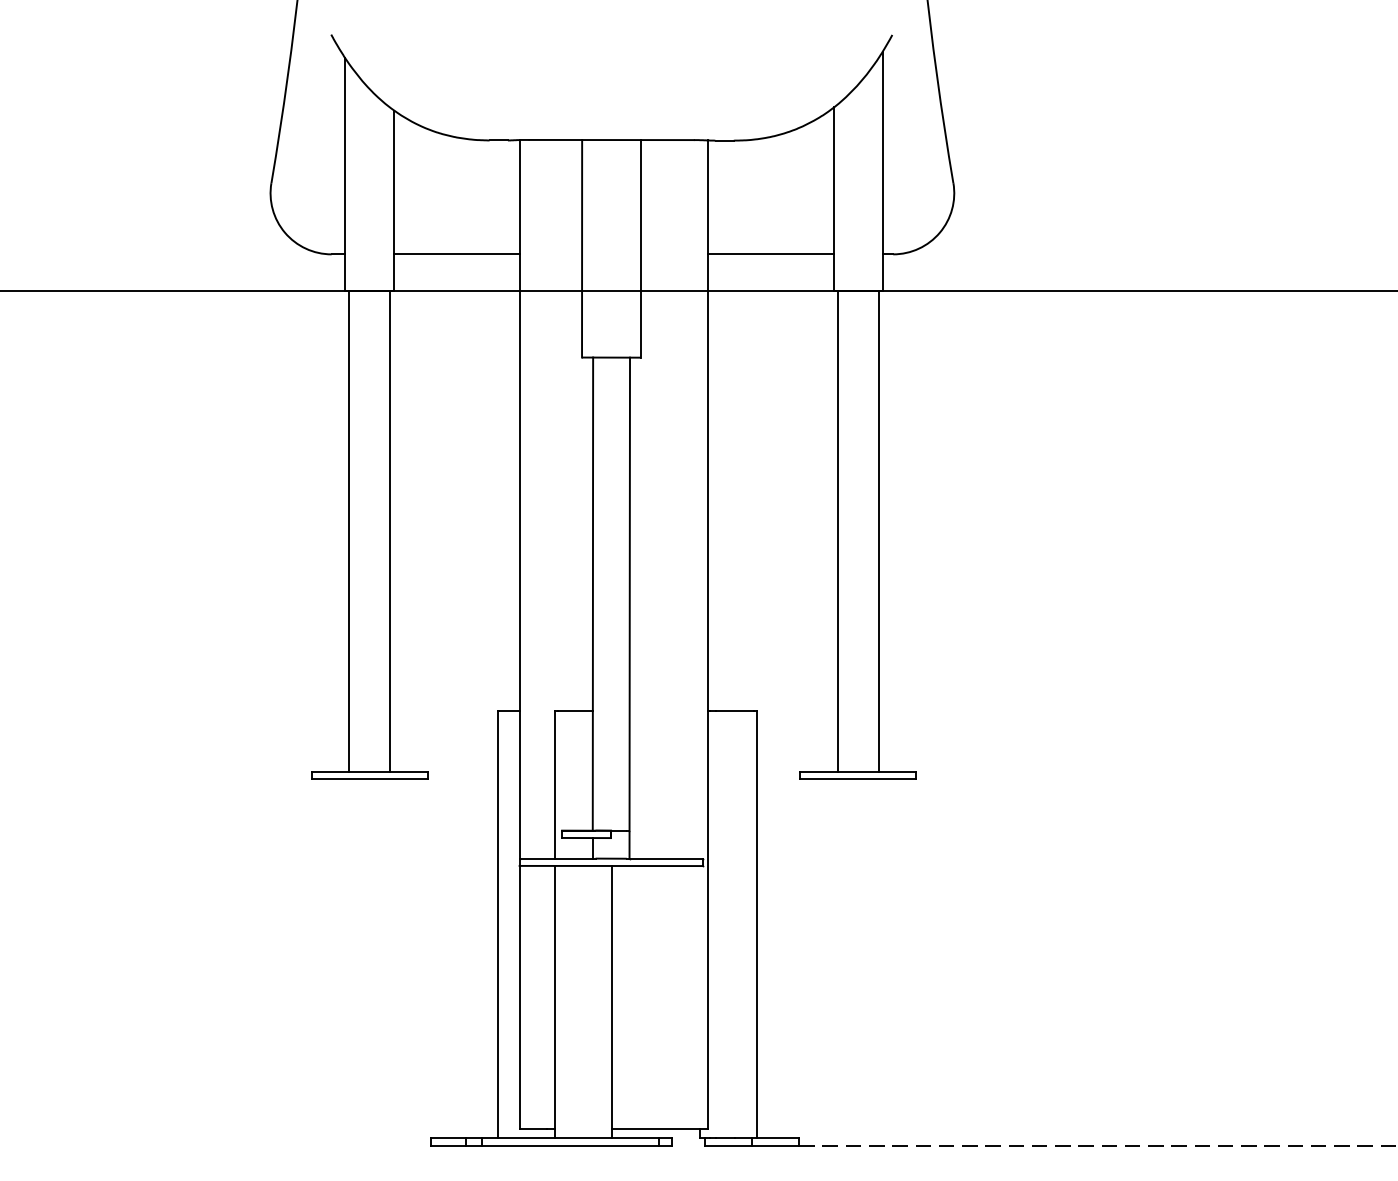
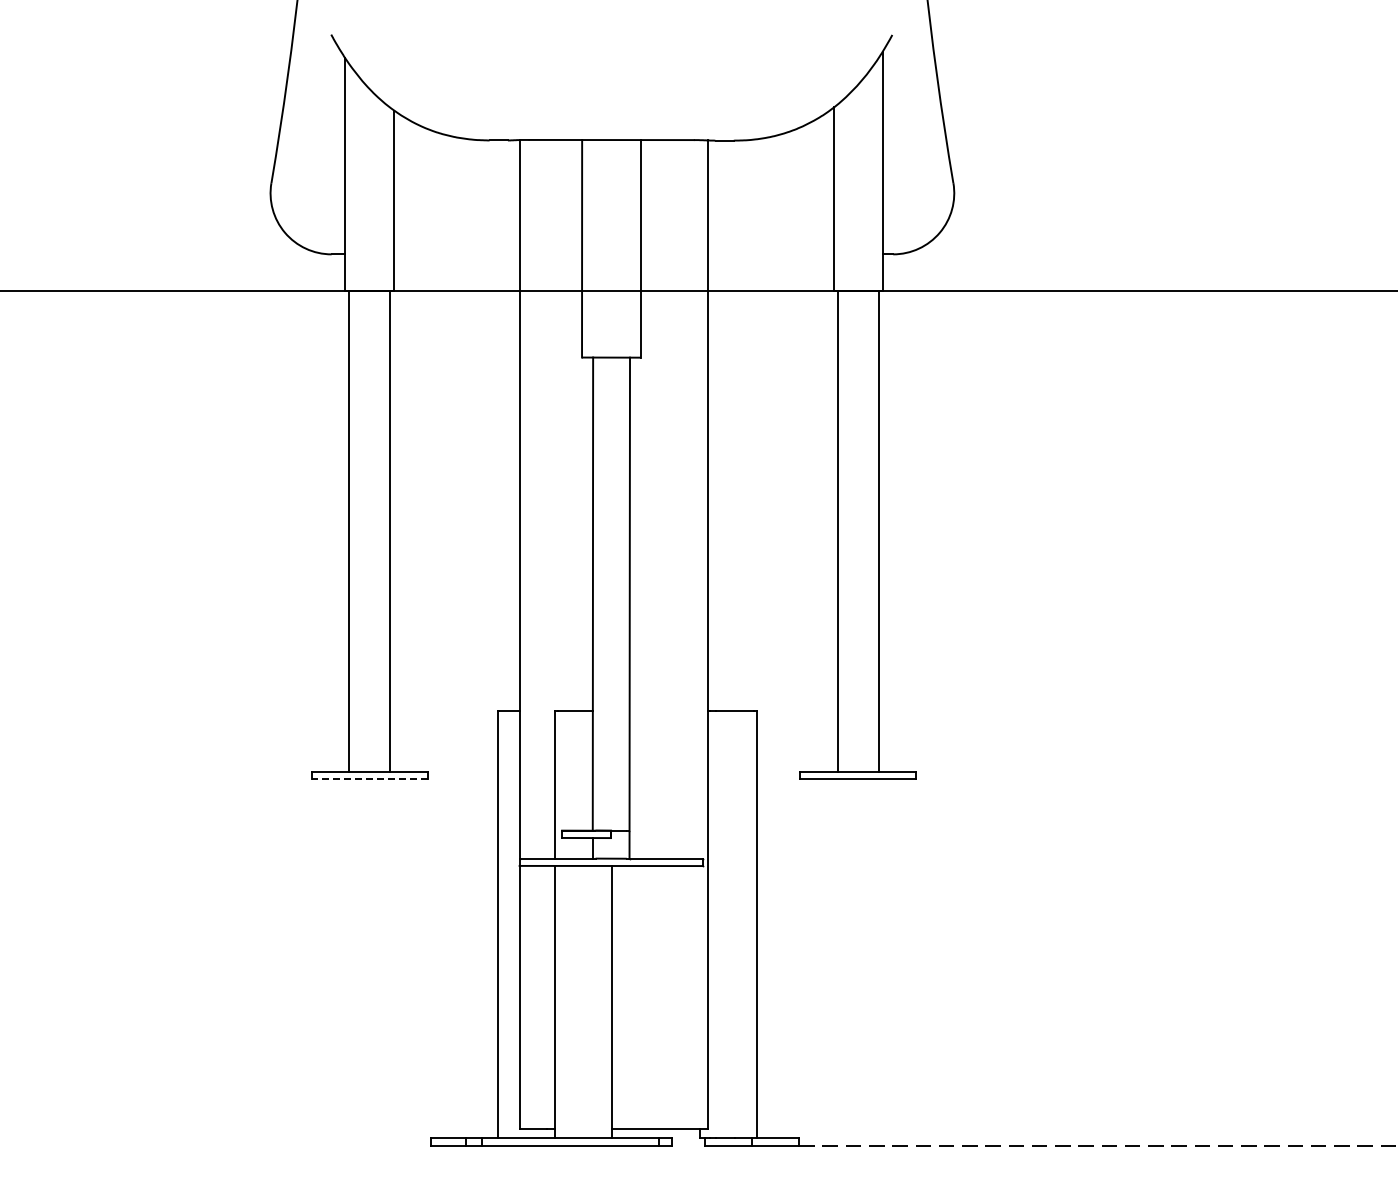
line at (457, 254): present -> none
line at (770, 254): present -> none
line at (369, 779): solid -> dashed
